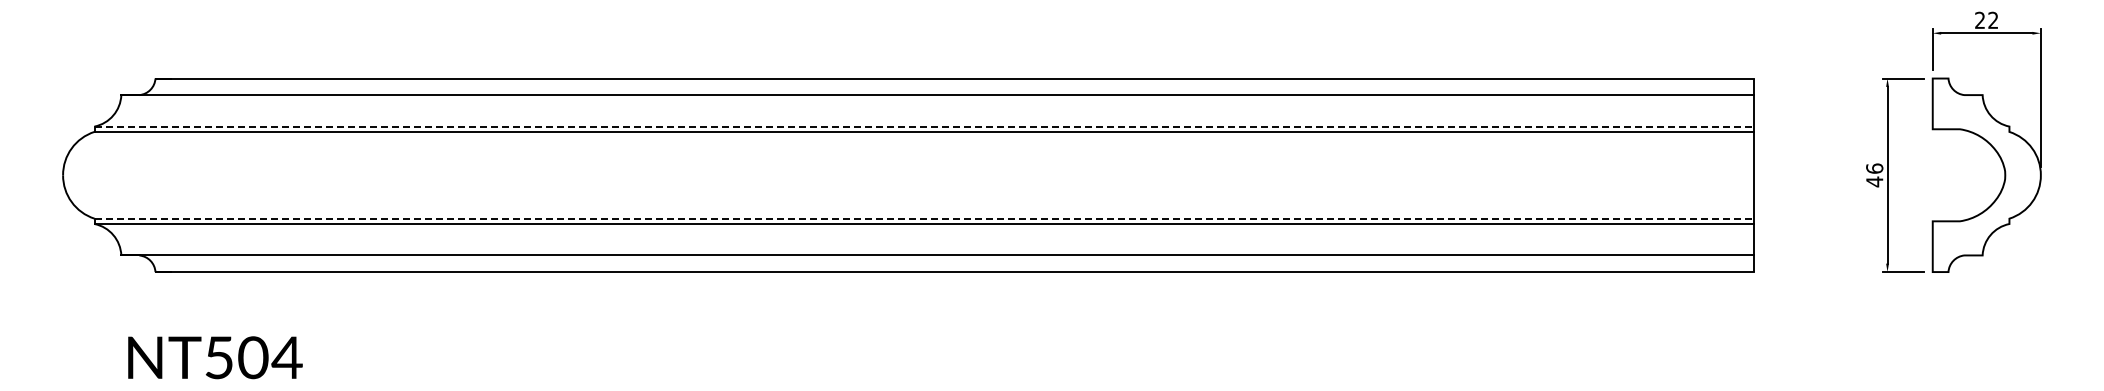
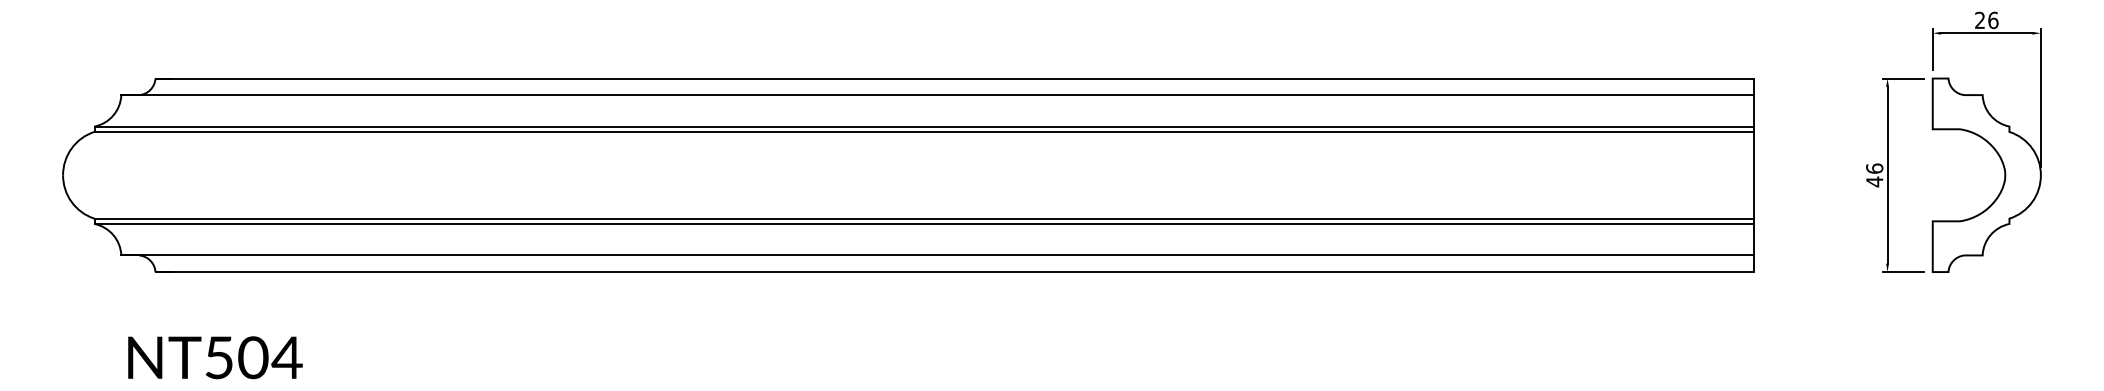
text at (1993, 20): 22 -> 26
line at (924, 126): dashed -> solid
line at (924, 218): dashed -> solid
